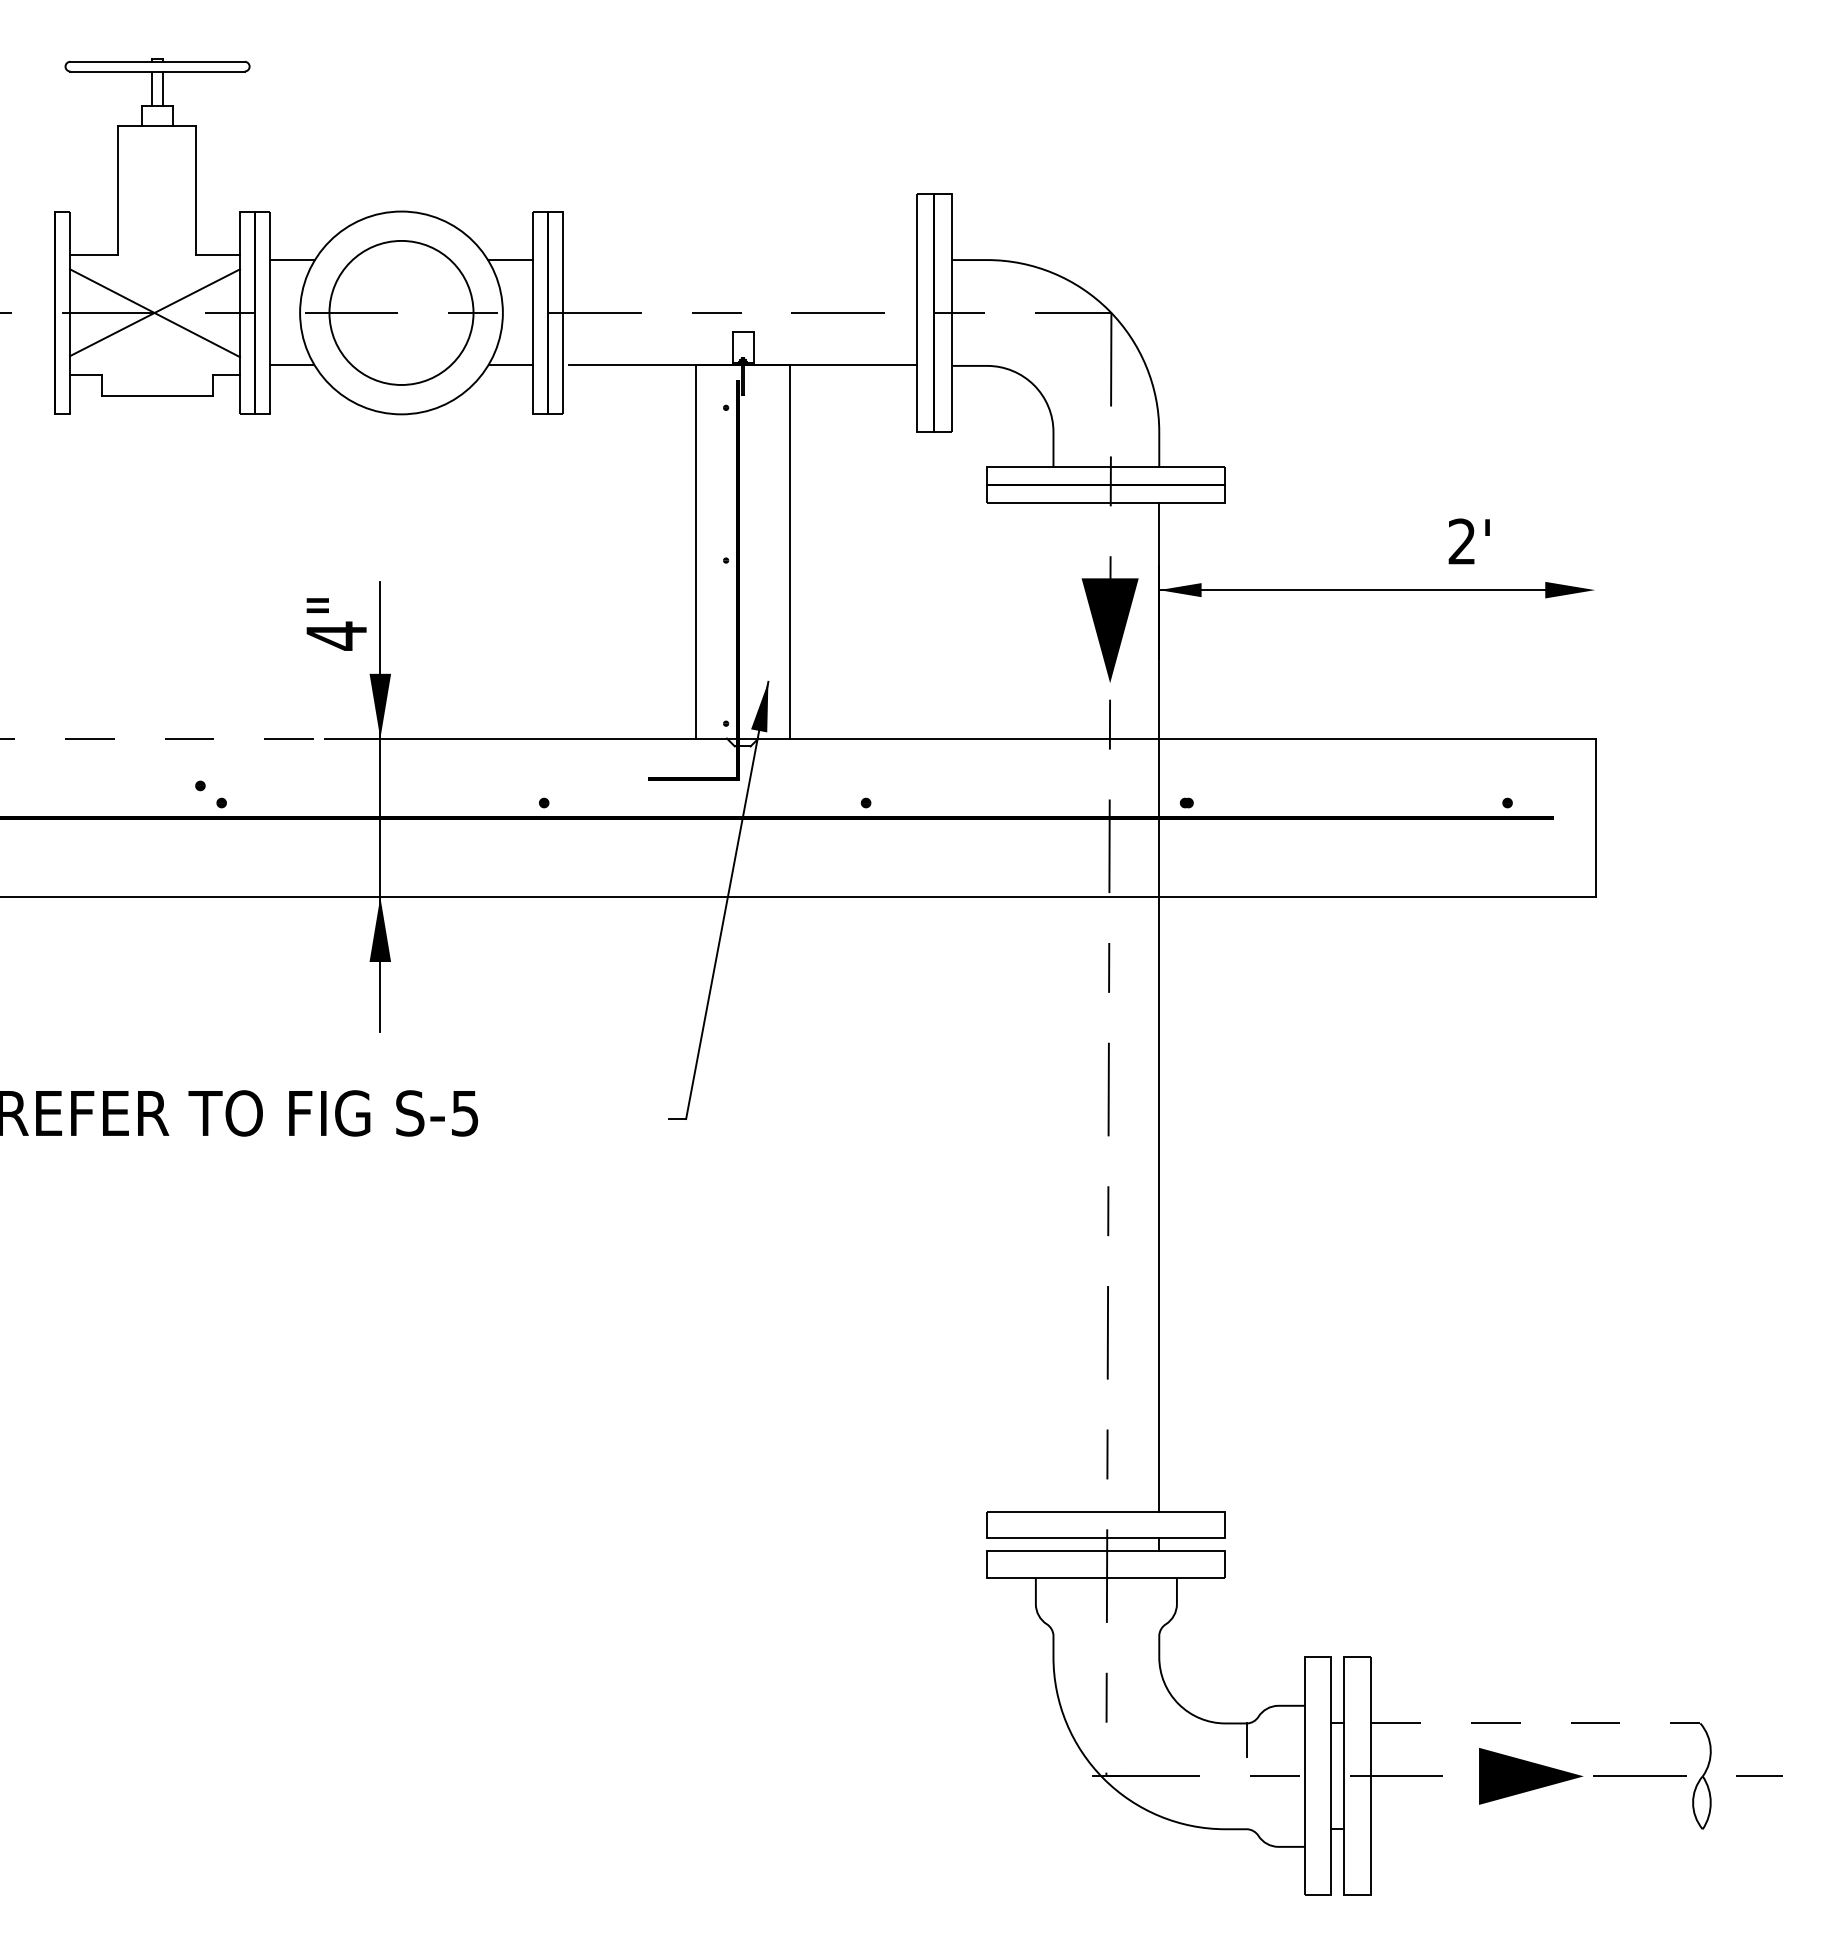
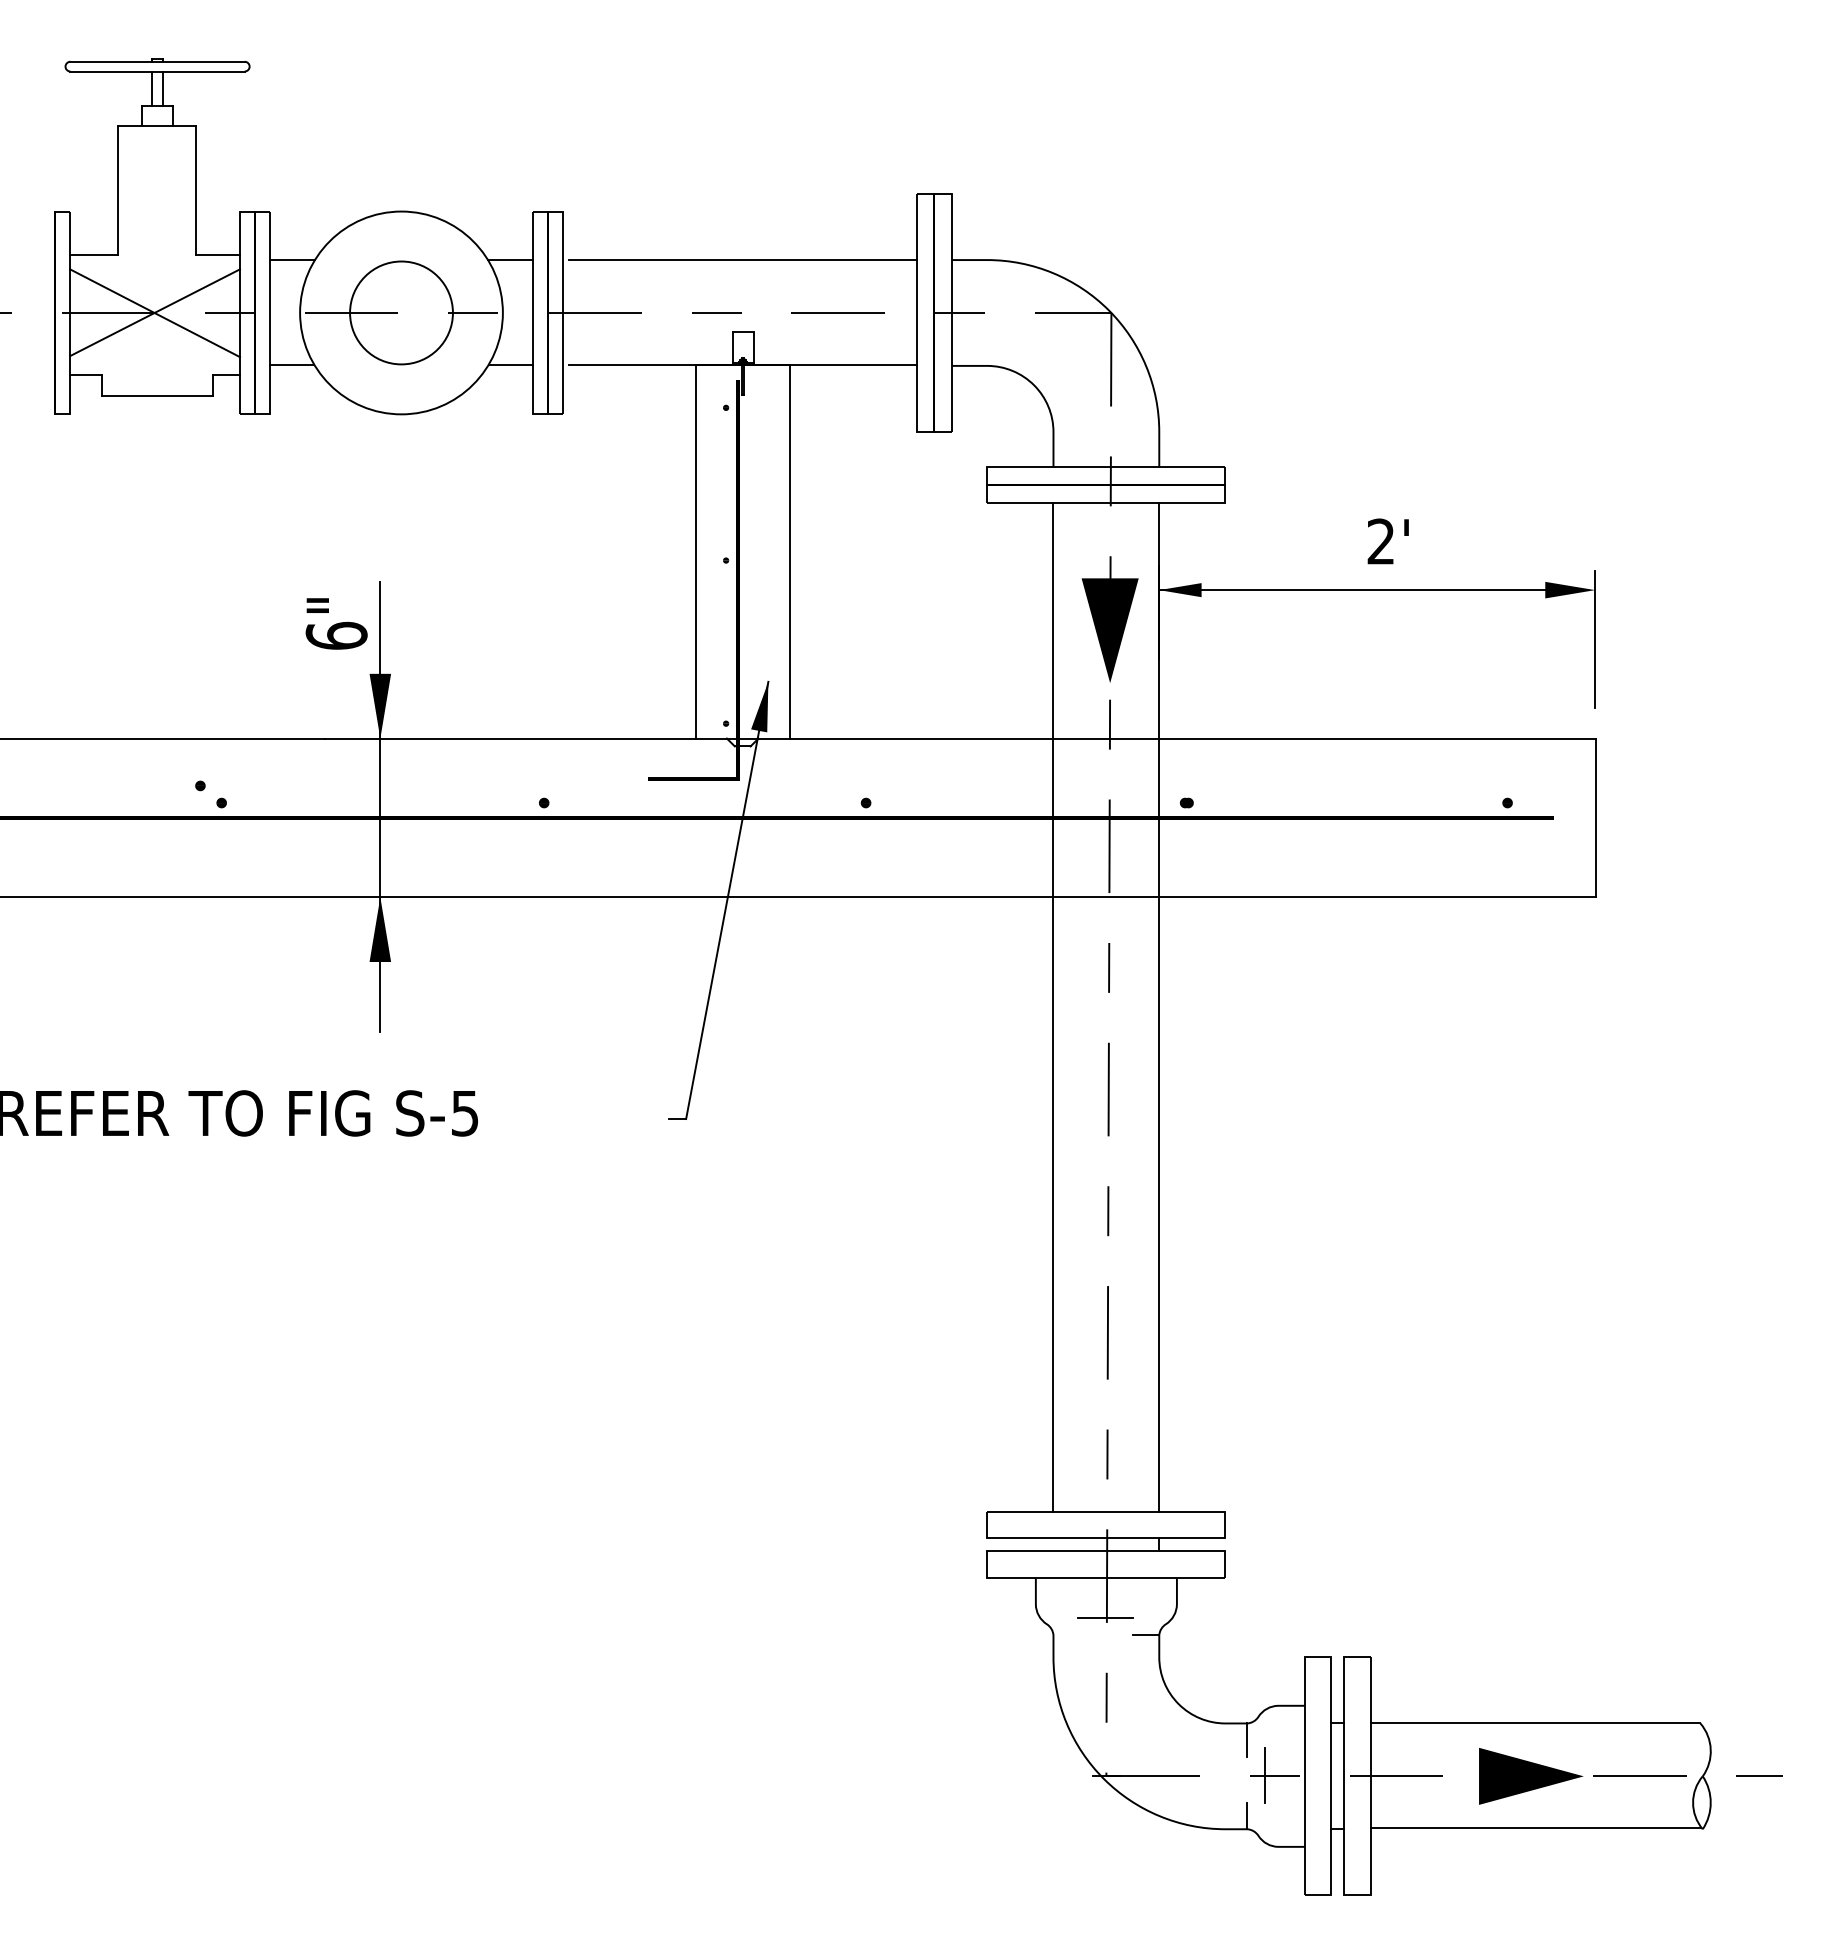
line at (742, 260): none -> present
circle at (401, 312) diameter: 144 px -> 103 px
text at (1468, 541) position: (1468, 541) -> (1387, 541)
text at (336, 635): 4" -> 6"
line at (1595, 639): none -> present
line at (163, 738): dashed -> solid
line at (1053, 1006): none -> present
line at (1104, 1617): none -> present
line at (1145, 1635): none -> present
line at (1535, 1723): dashed -> solid
line at (1265, 1774): none -> present
line at (1247, 1815): none -> present
line at (1535, 1828): none -> present
